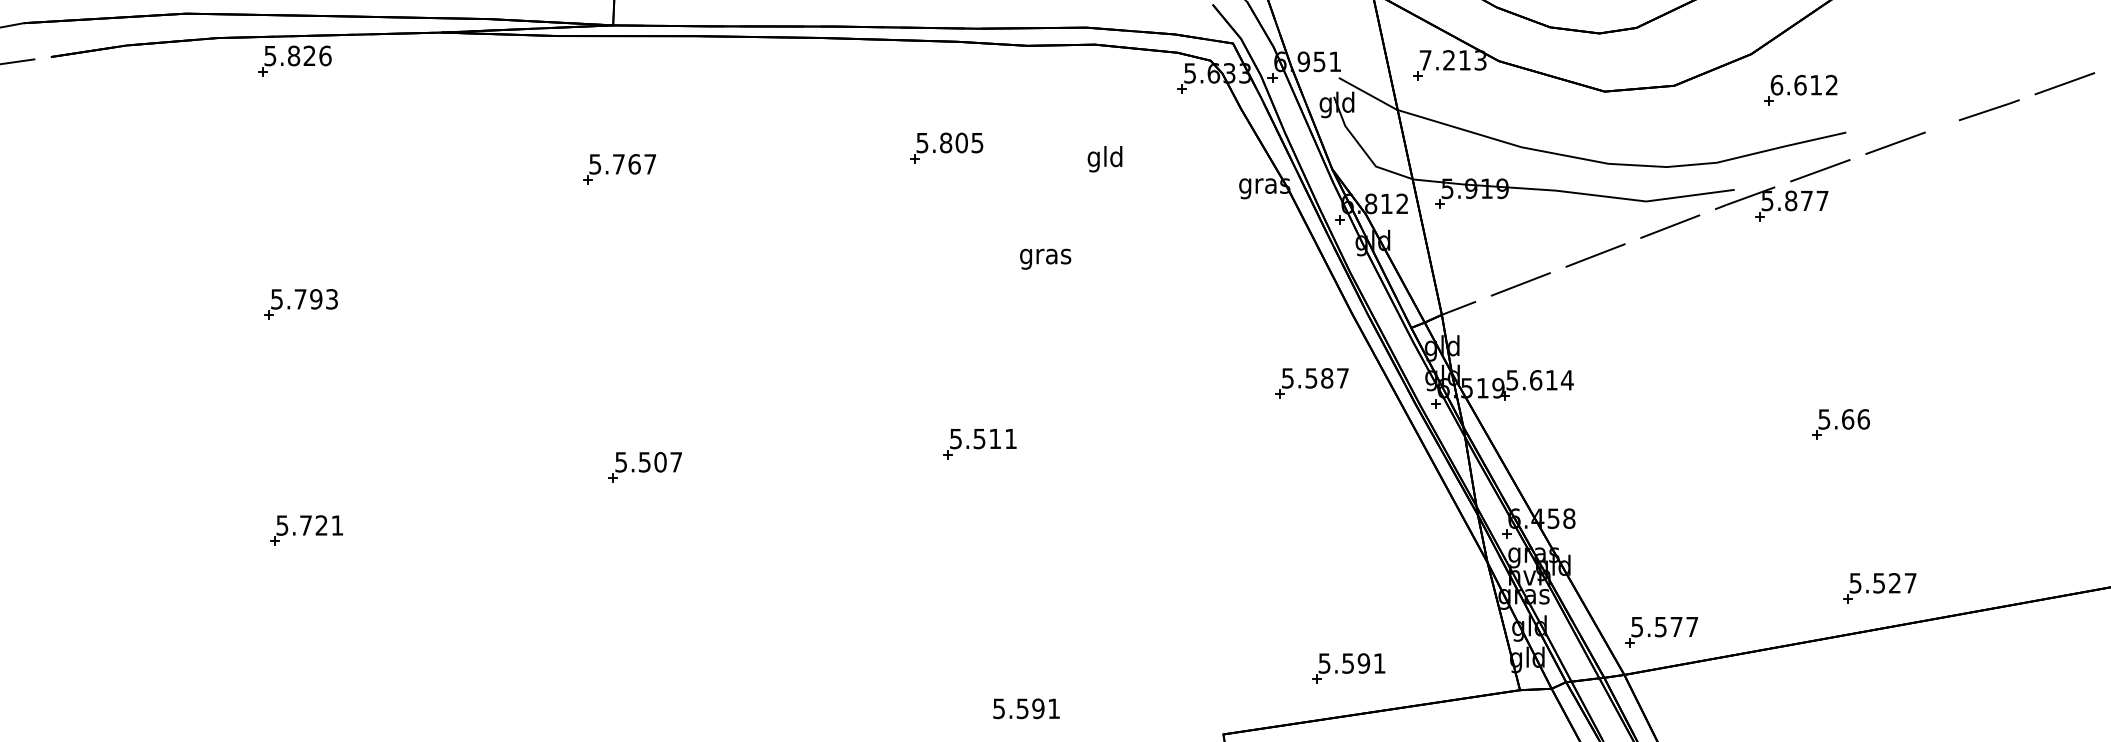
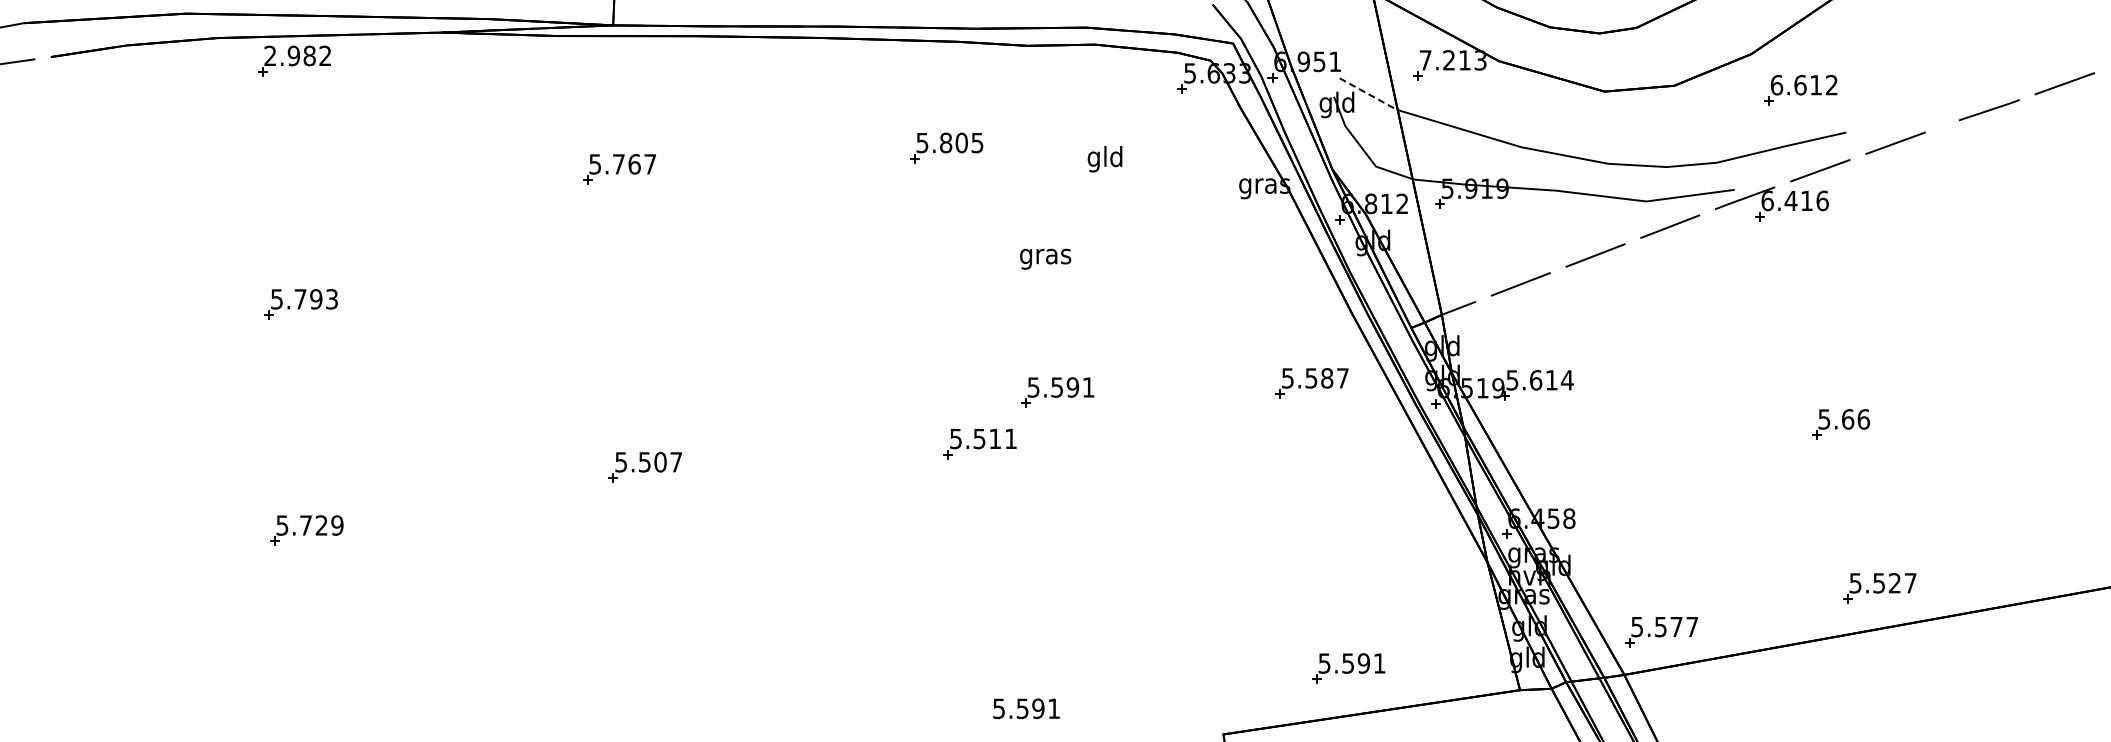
text at (297, 55): 5.826 -> 2.982
line at (1368, 94): solid -> dashed
text at (1794, 200): 5.877 -> 6.416
part at (1057, 392): none -> present
text at (337, 525): 5.721 -> 5.729
